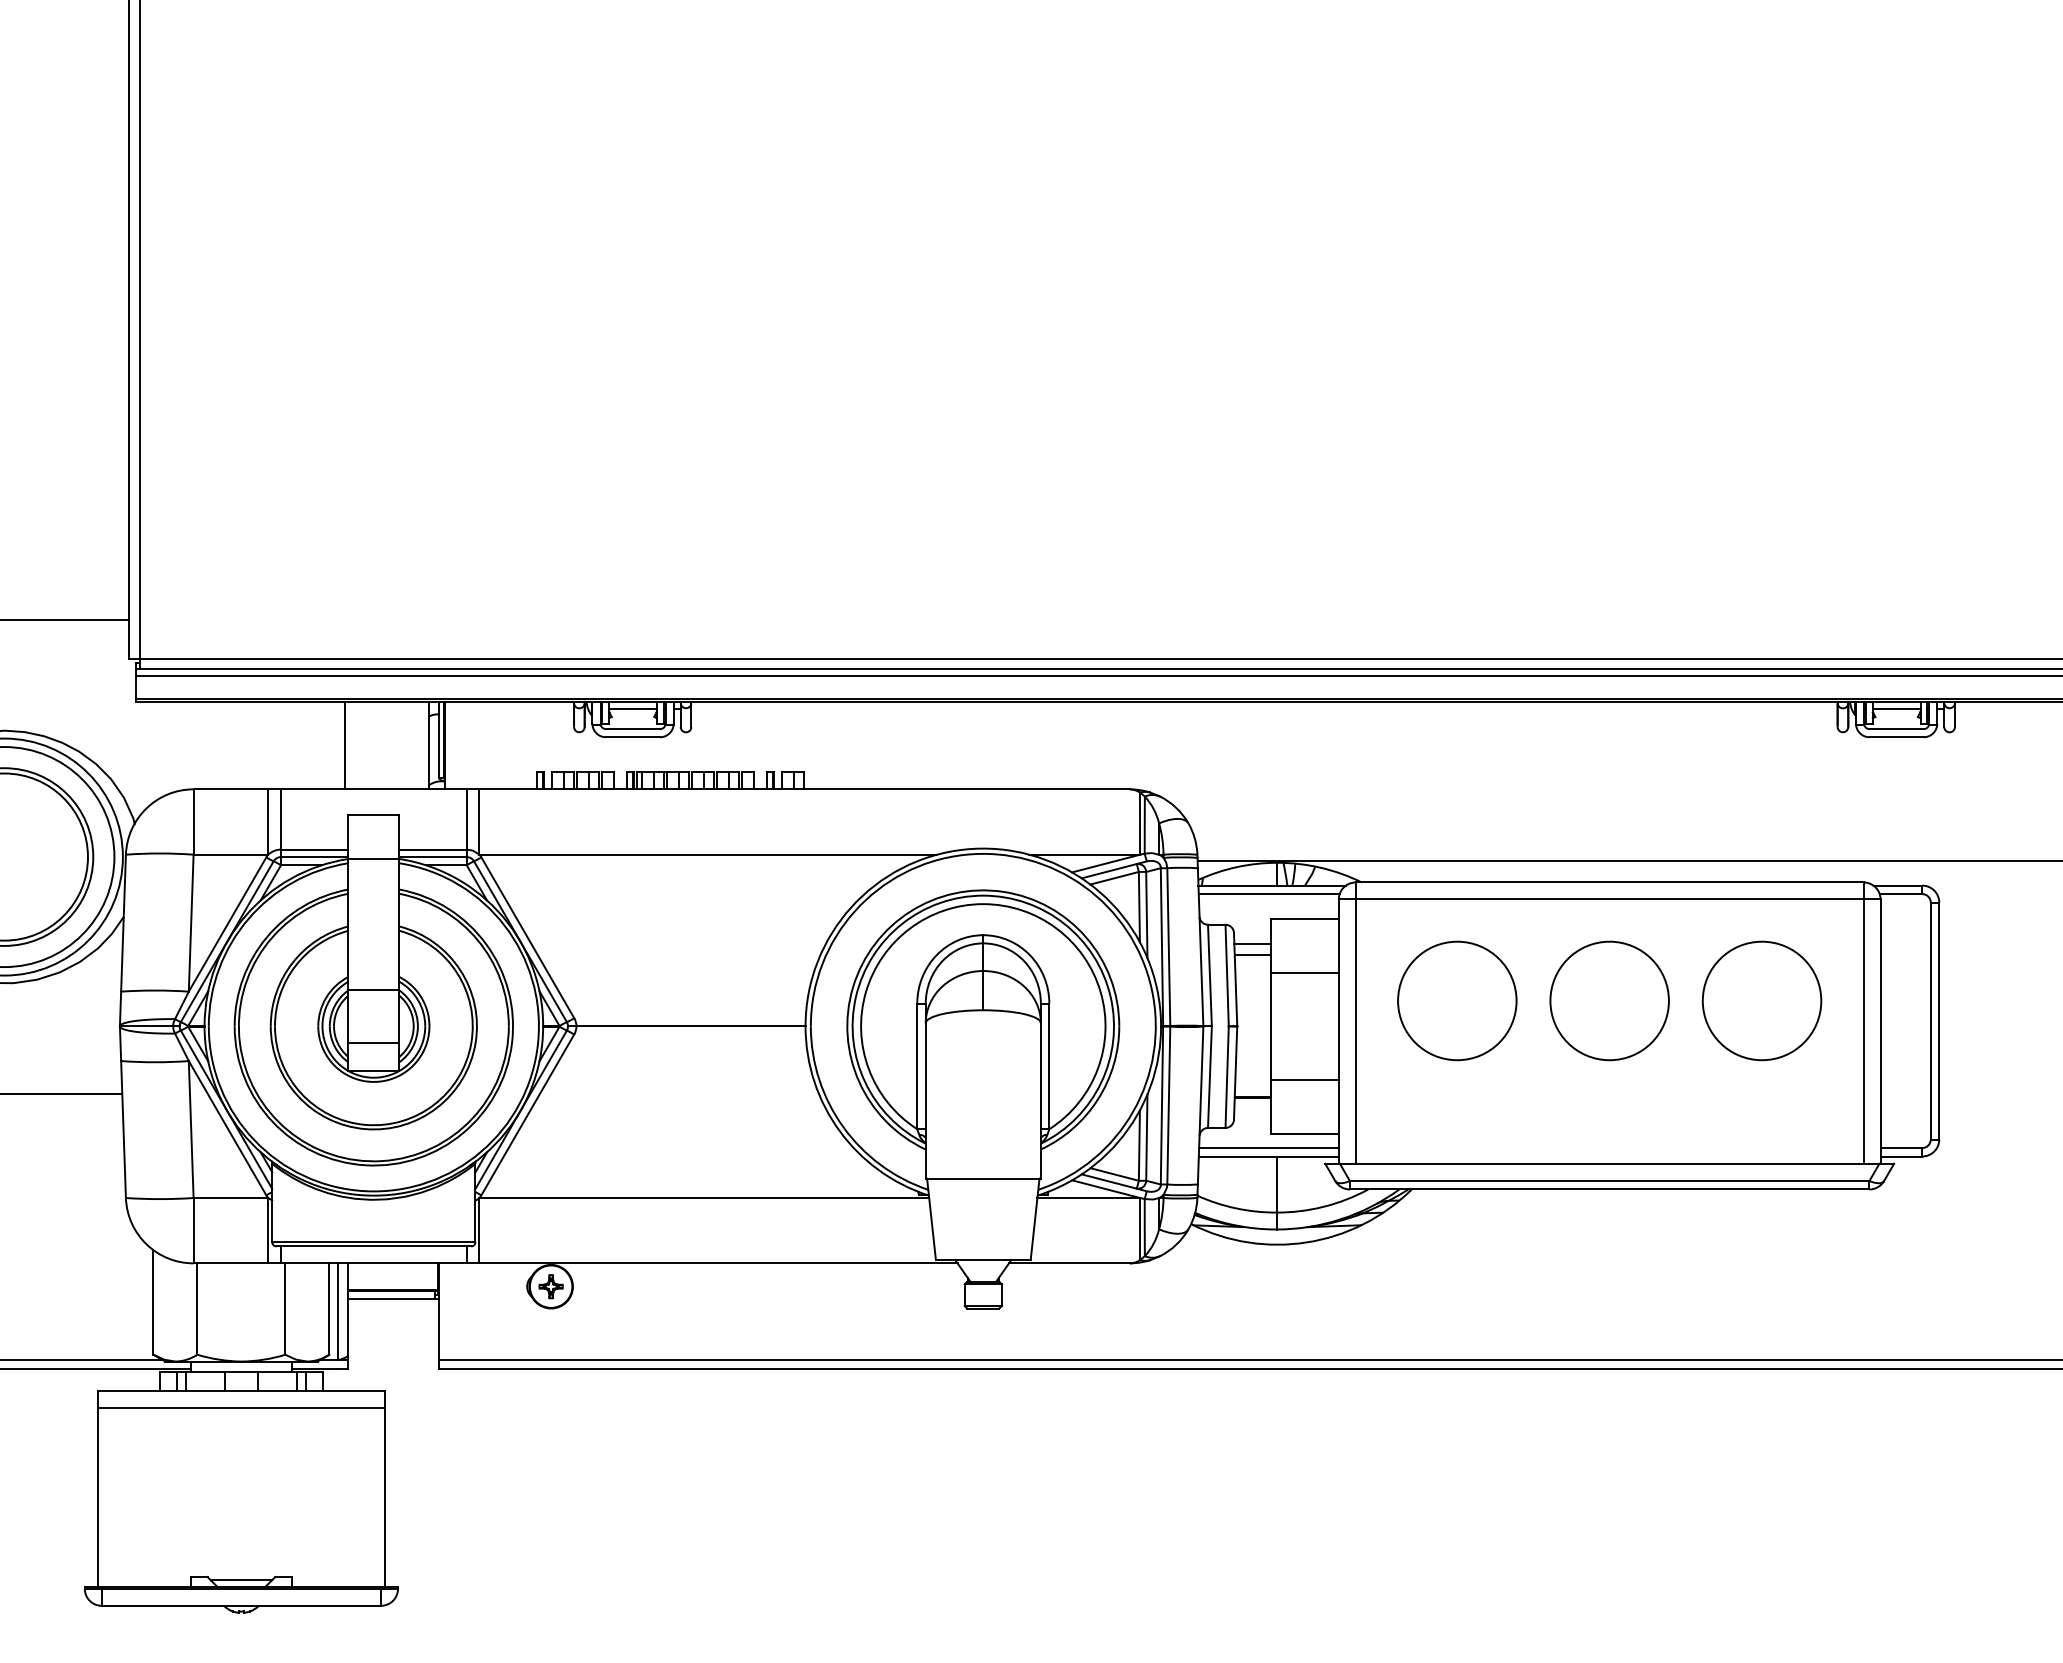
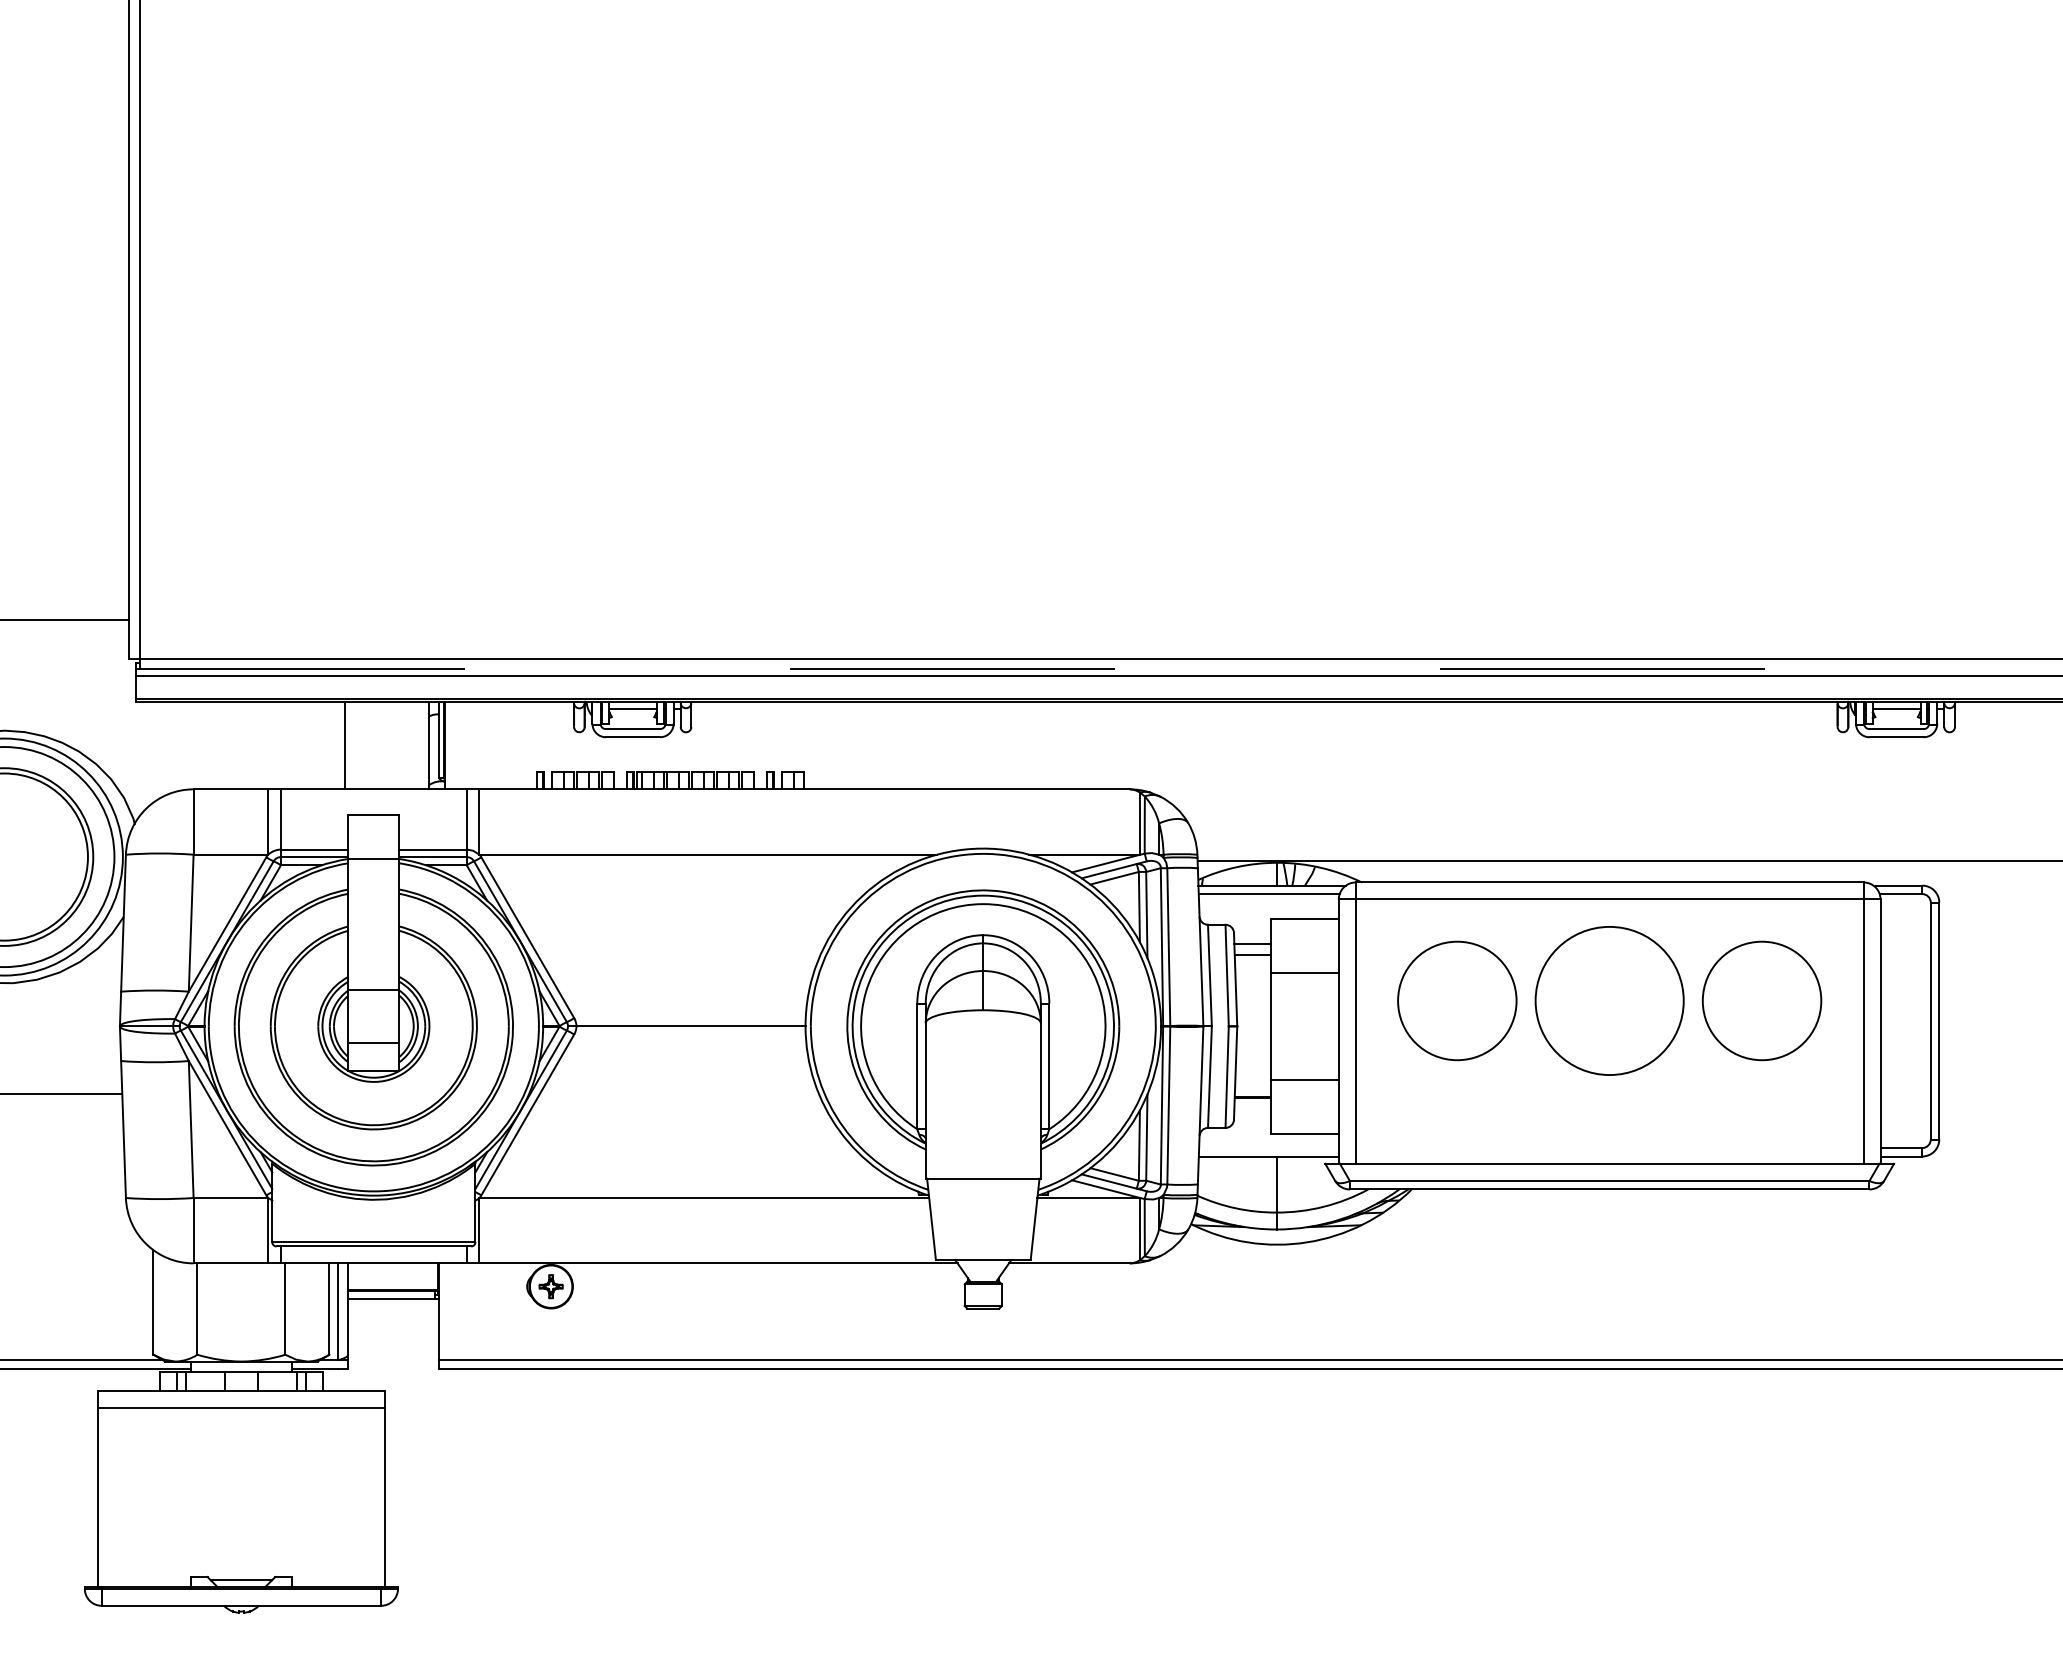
line at (1101, 669): solid -> dashed
circle at (1609, 1000) diameter: 119 px -> 148 px
line at (1268, 1148): present -> none
